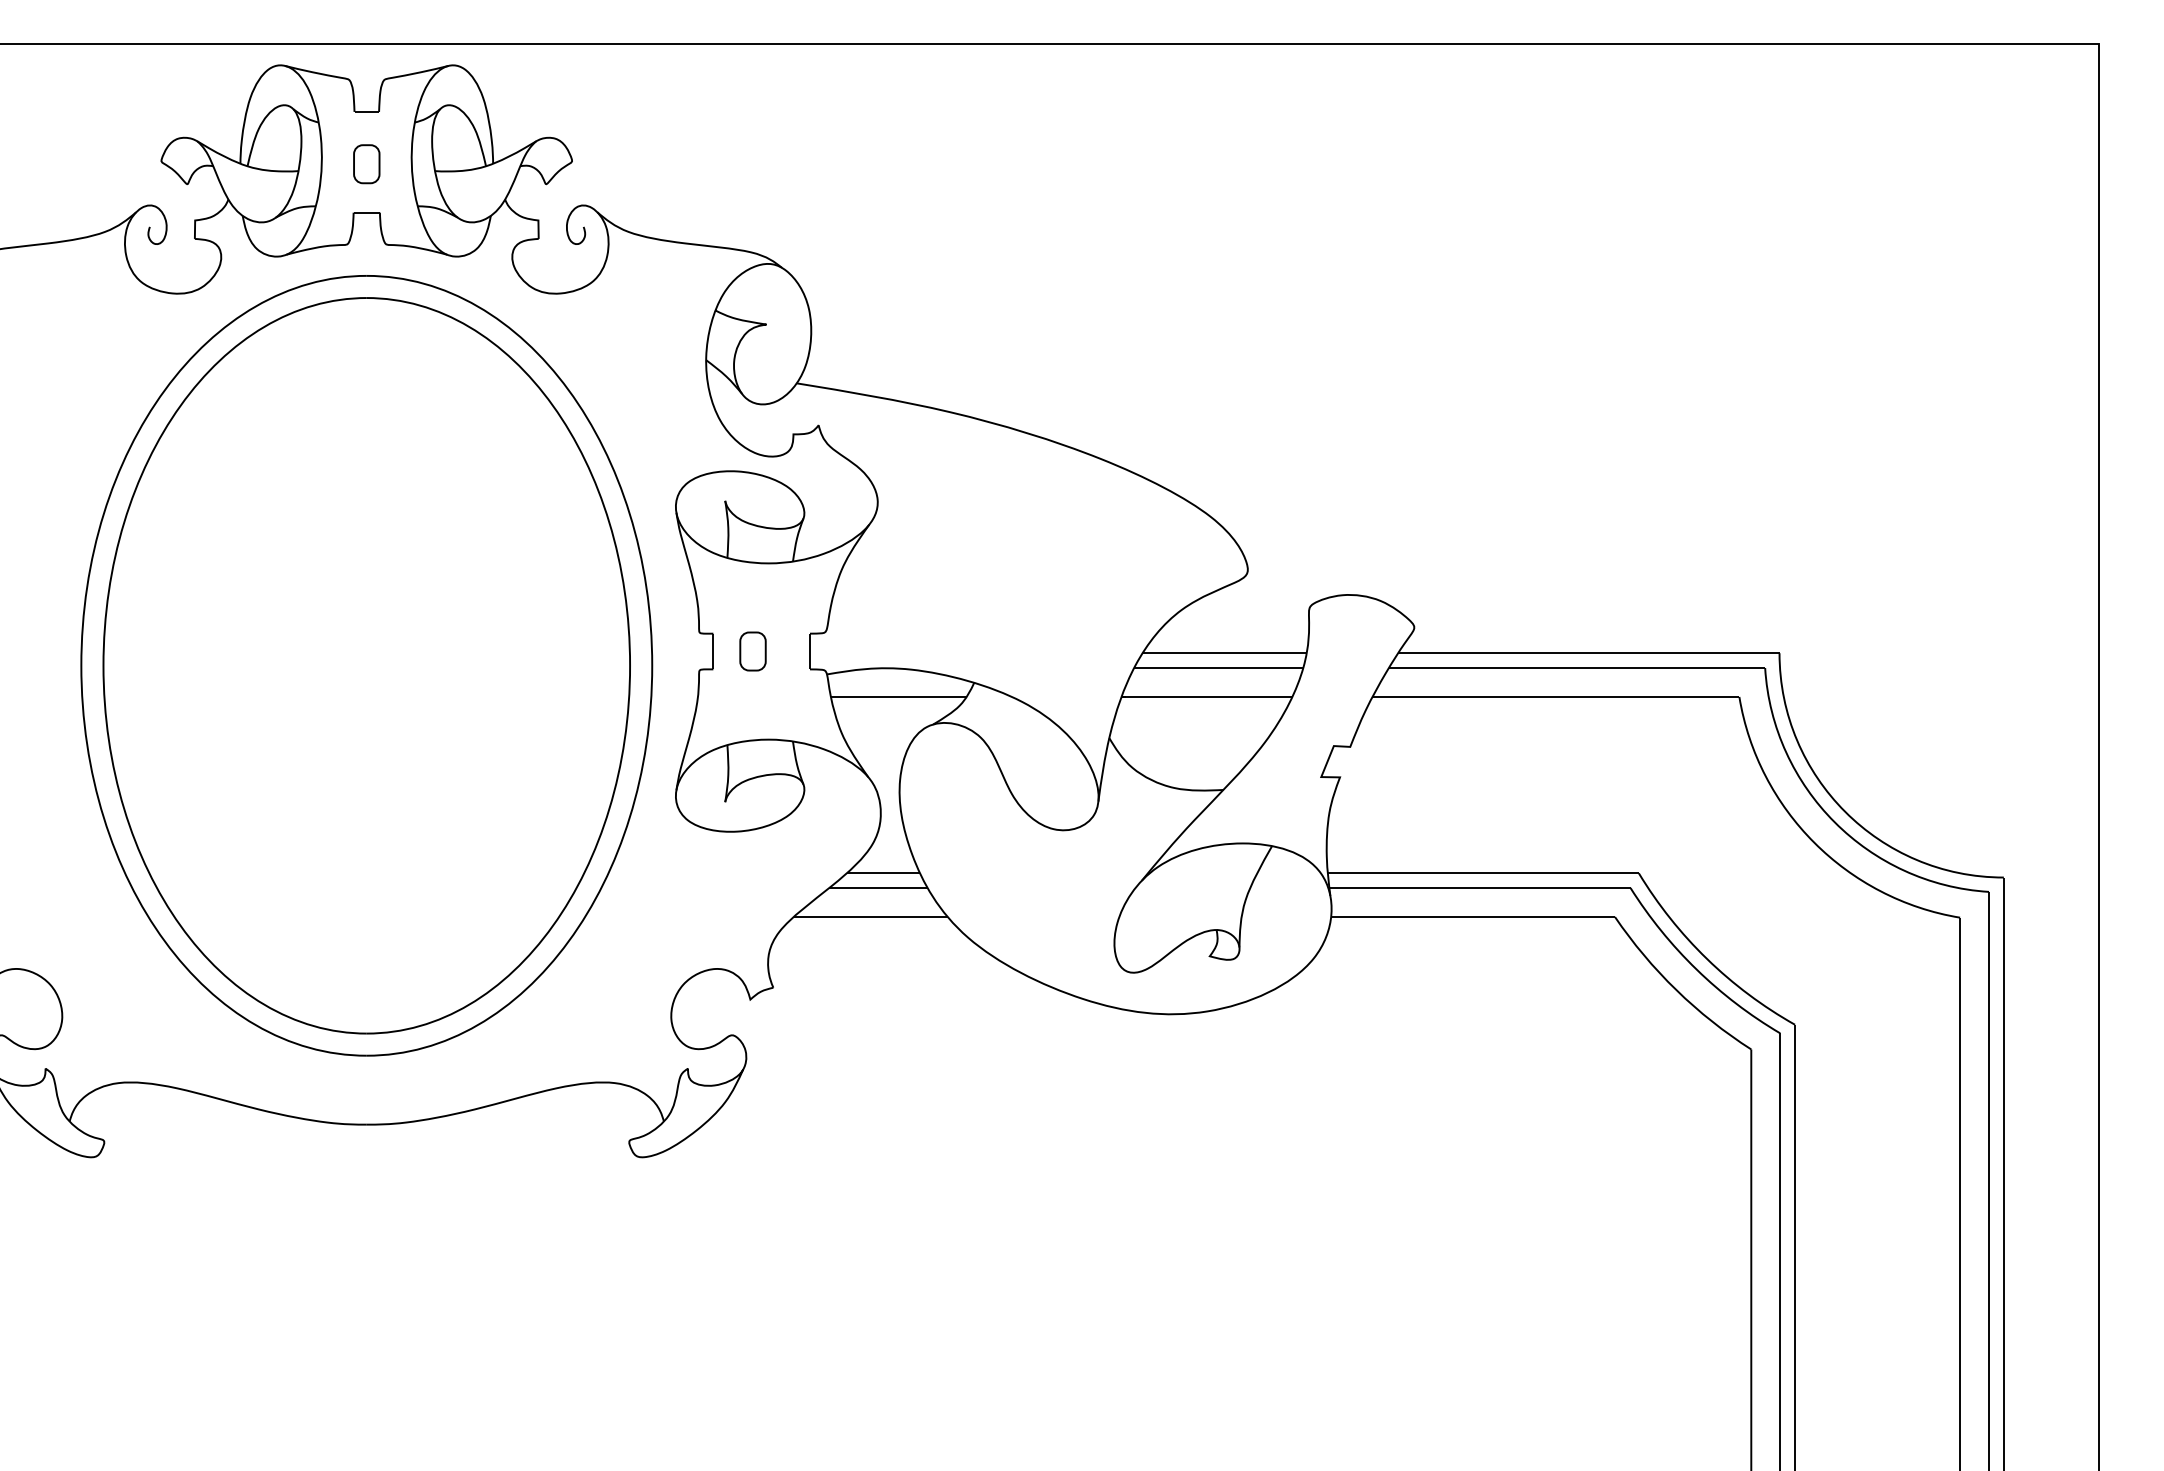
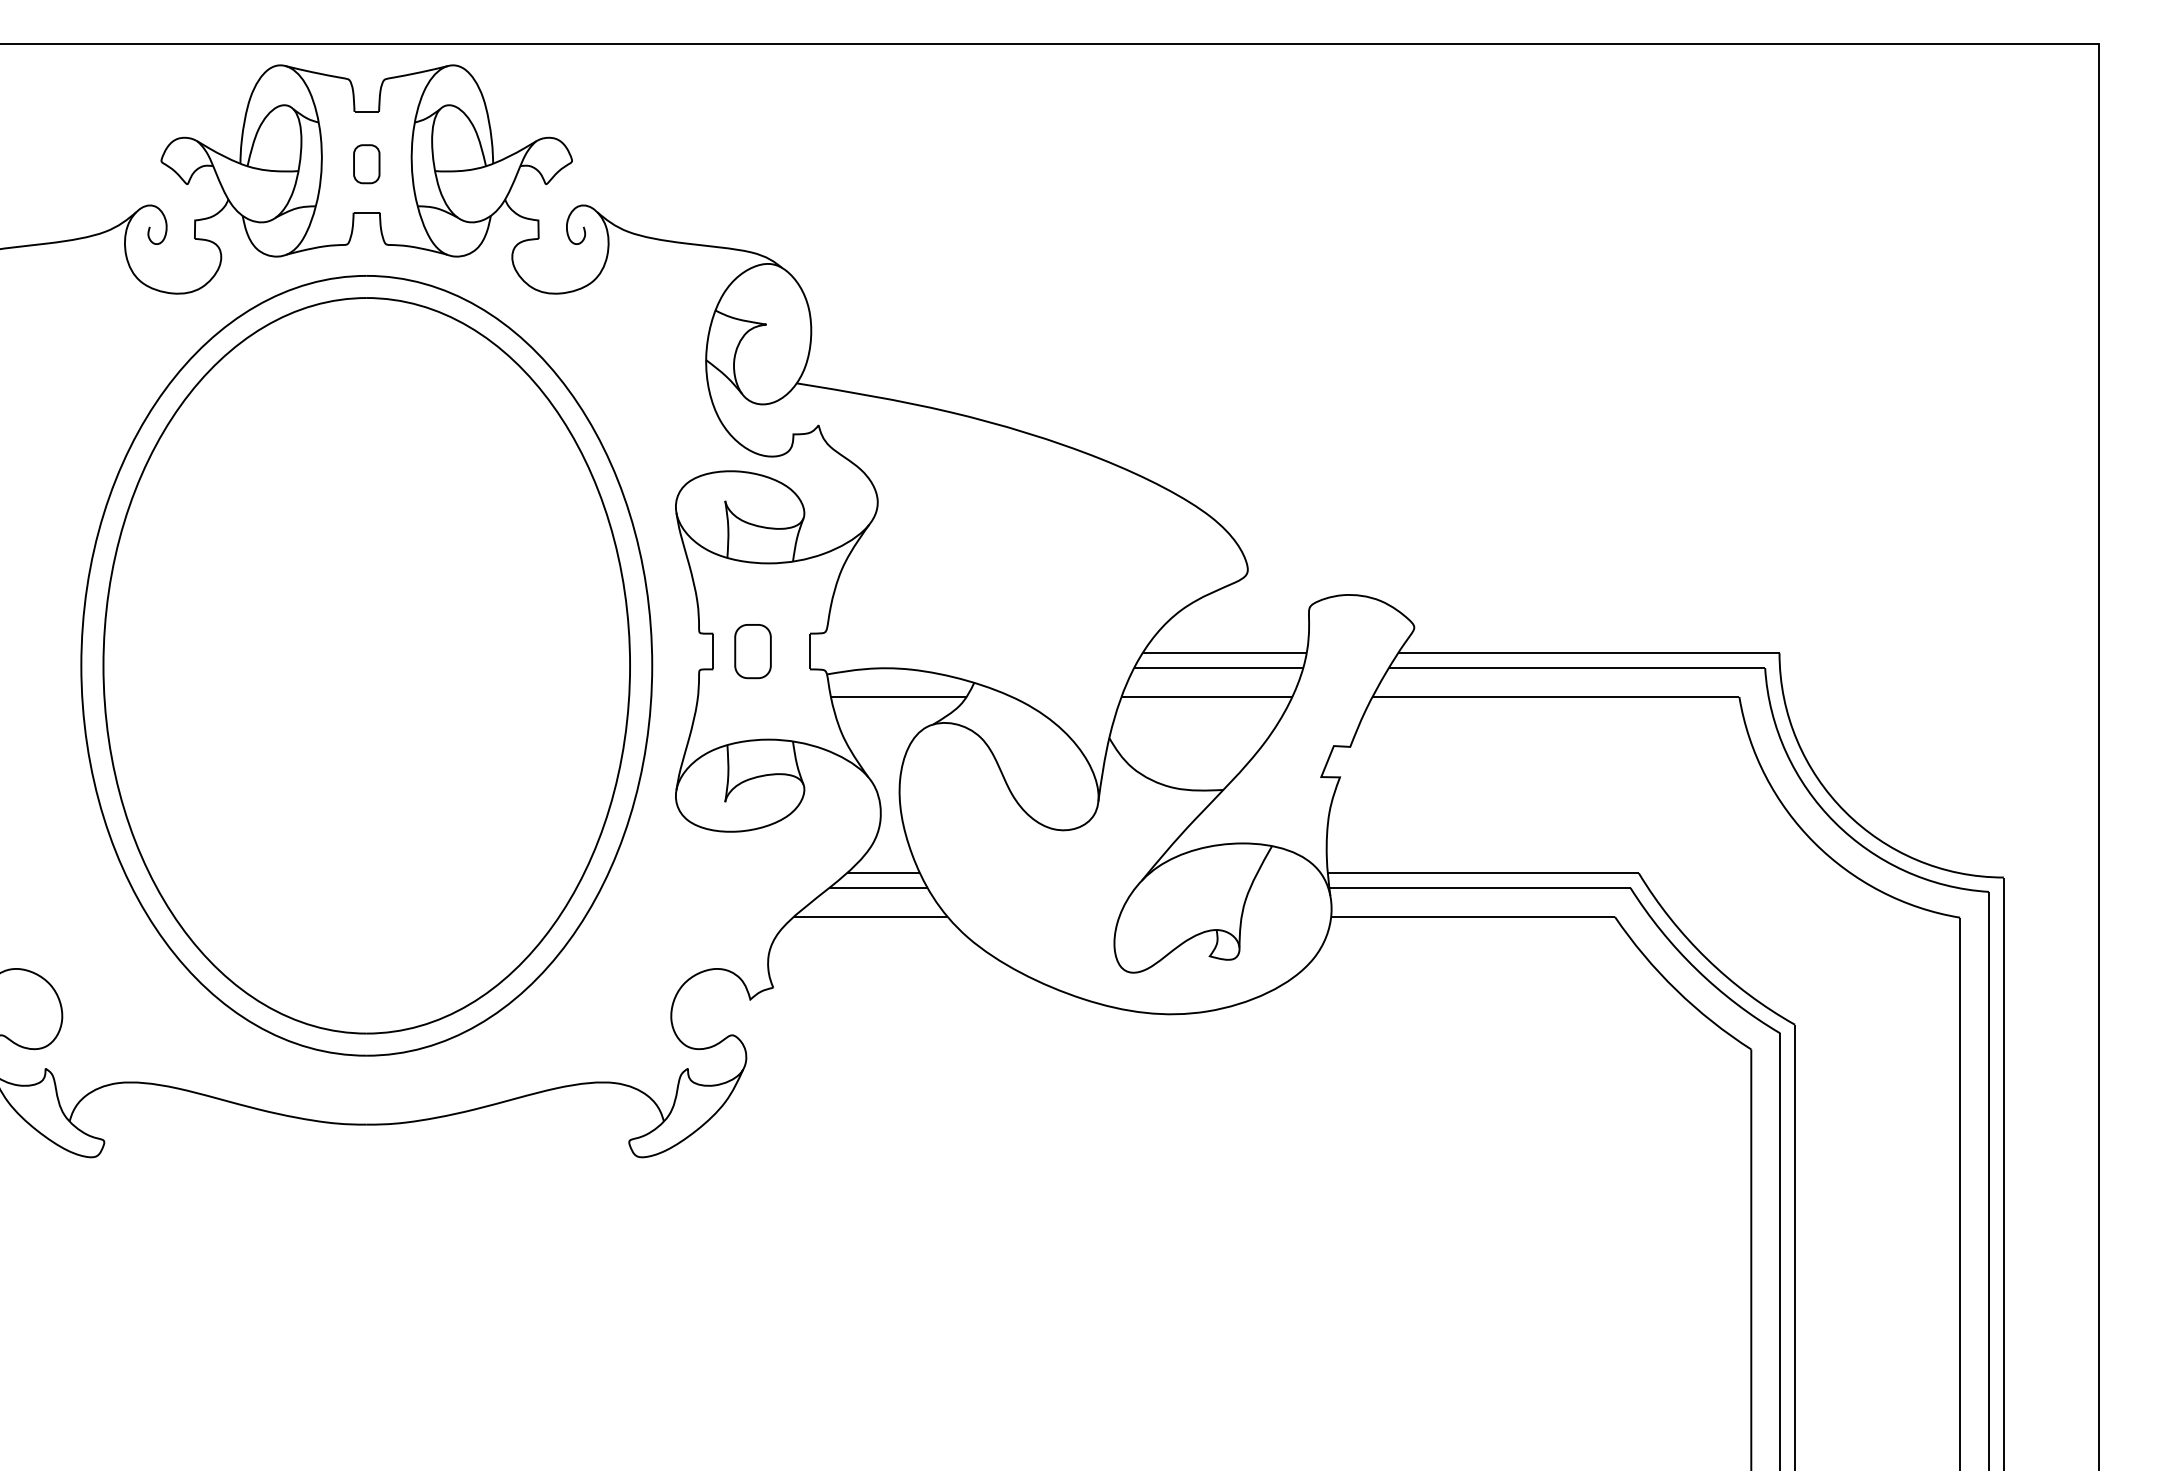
part at (752, 651) size: 28x41 px -> 38x56 px
